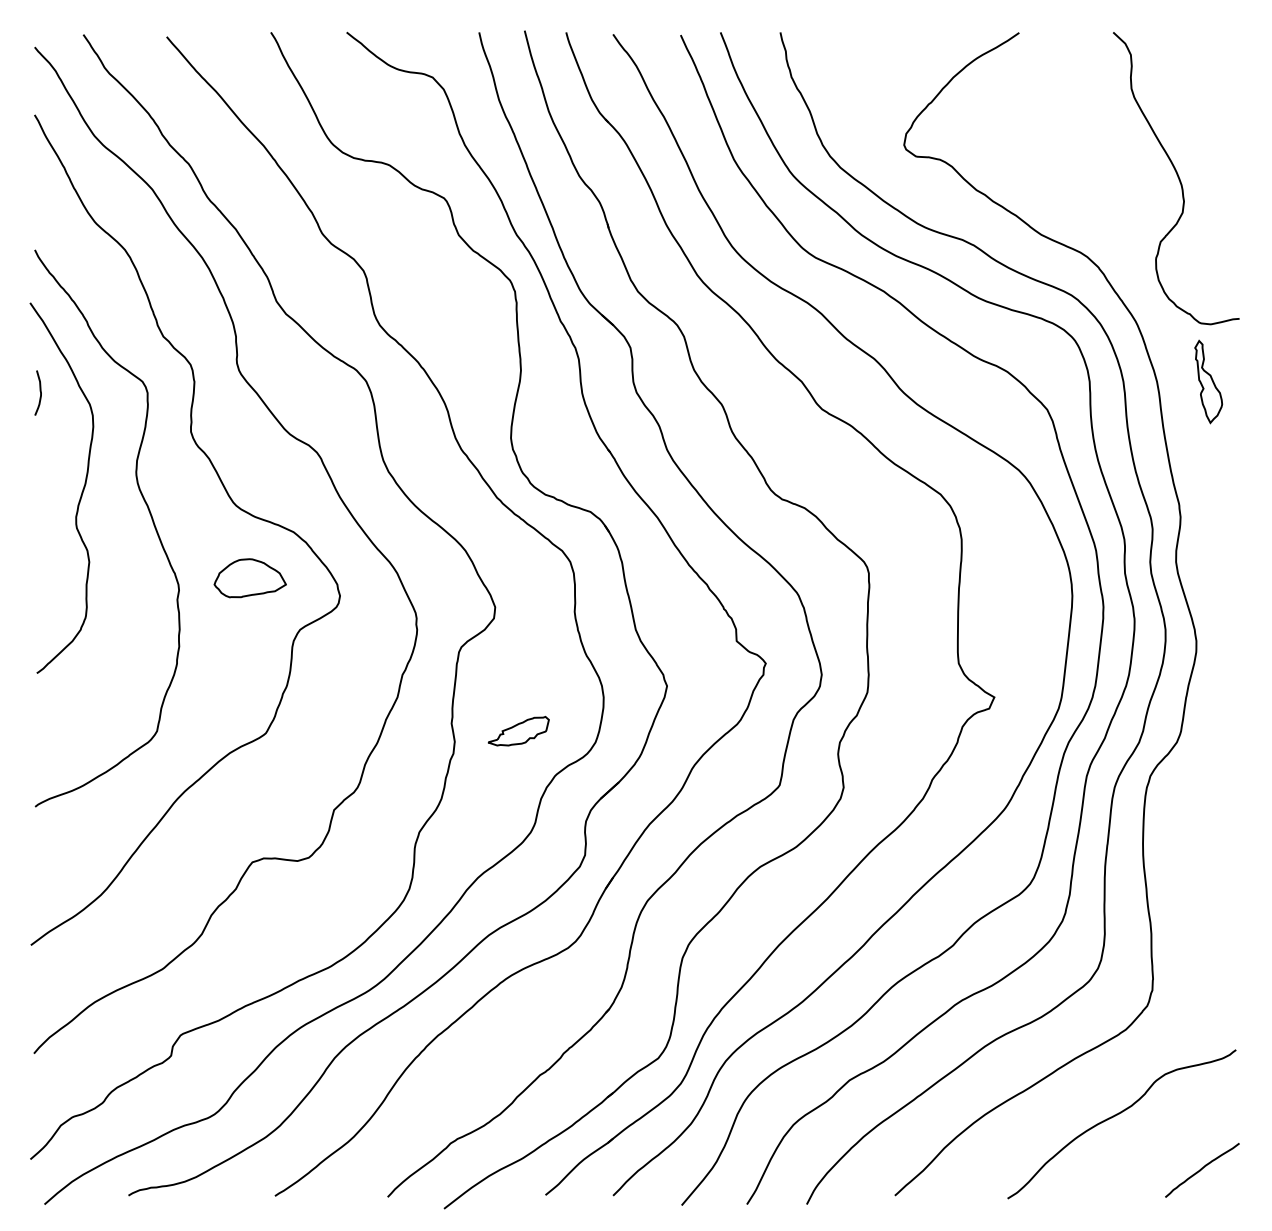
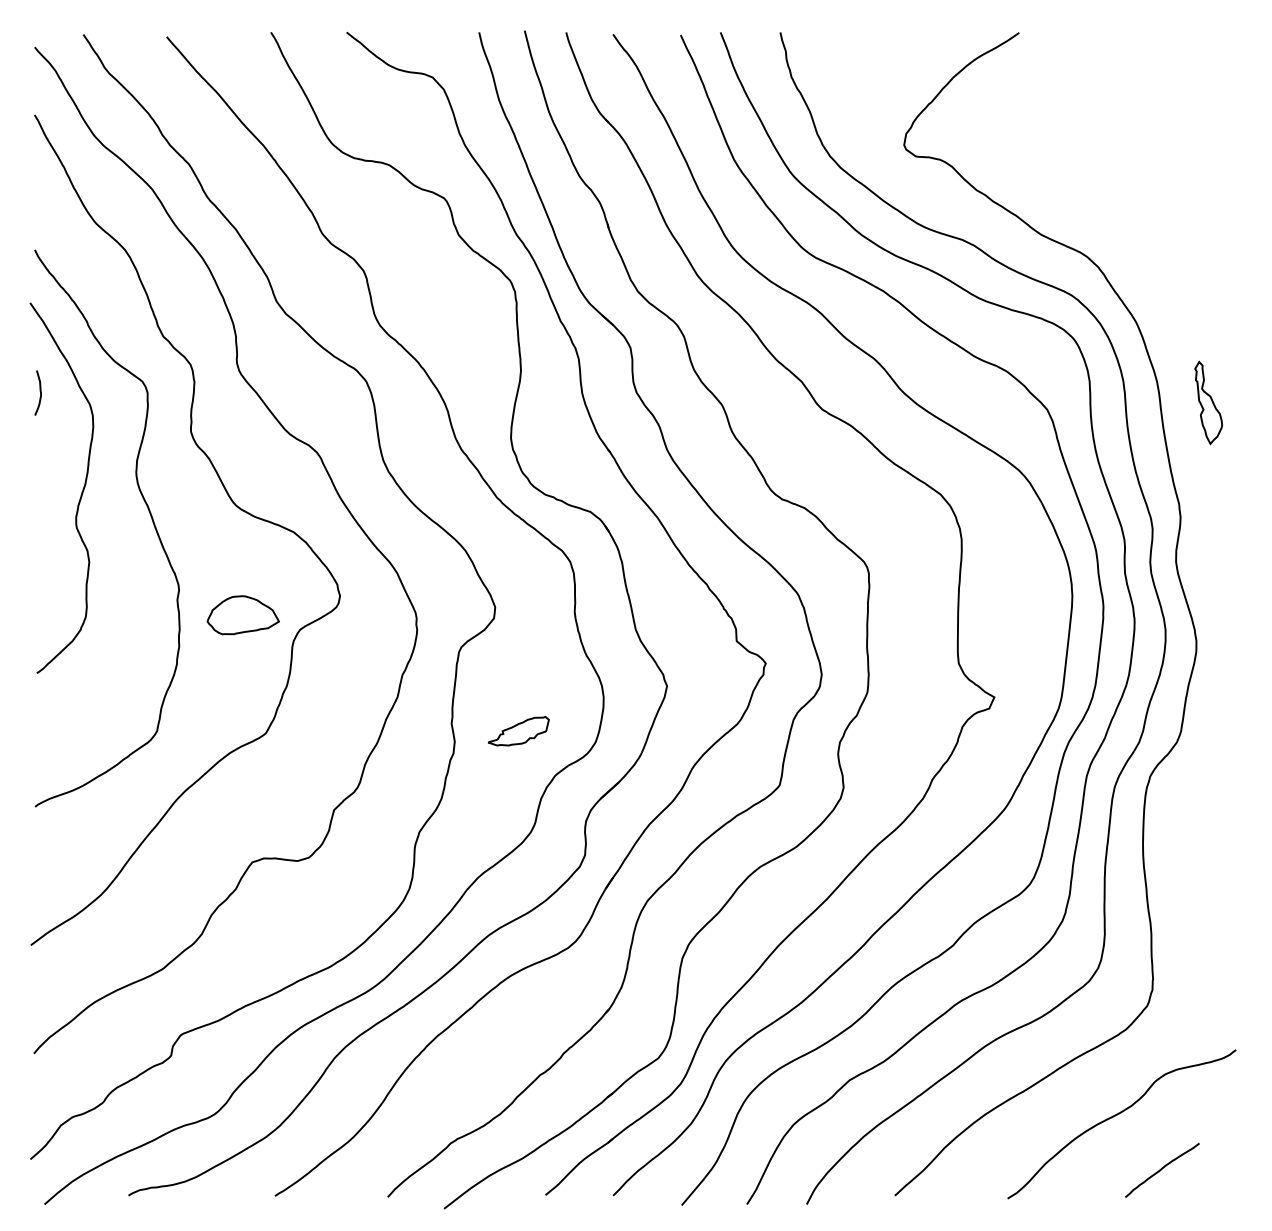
curve at (1177, 177): present -> none
part at (1208, 381) position: (1208, 381) -> (1208, 402)
part at (249, 578) position: (249, 578) -> (242, 615)
curve at (1202, 1169) position: (1202, 1169) -> (1162, 1169)
